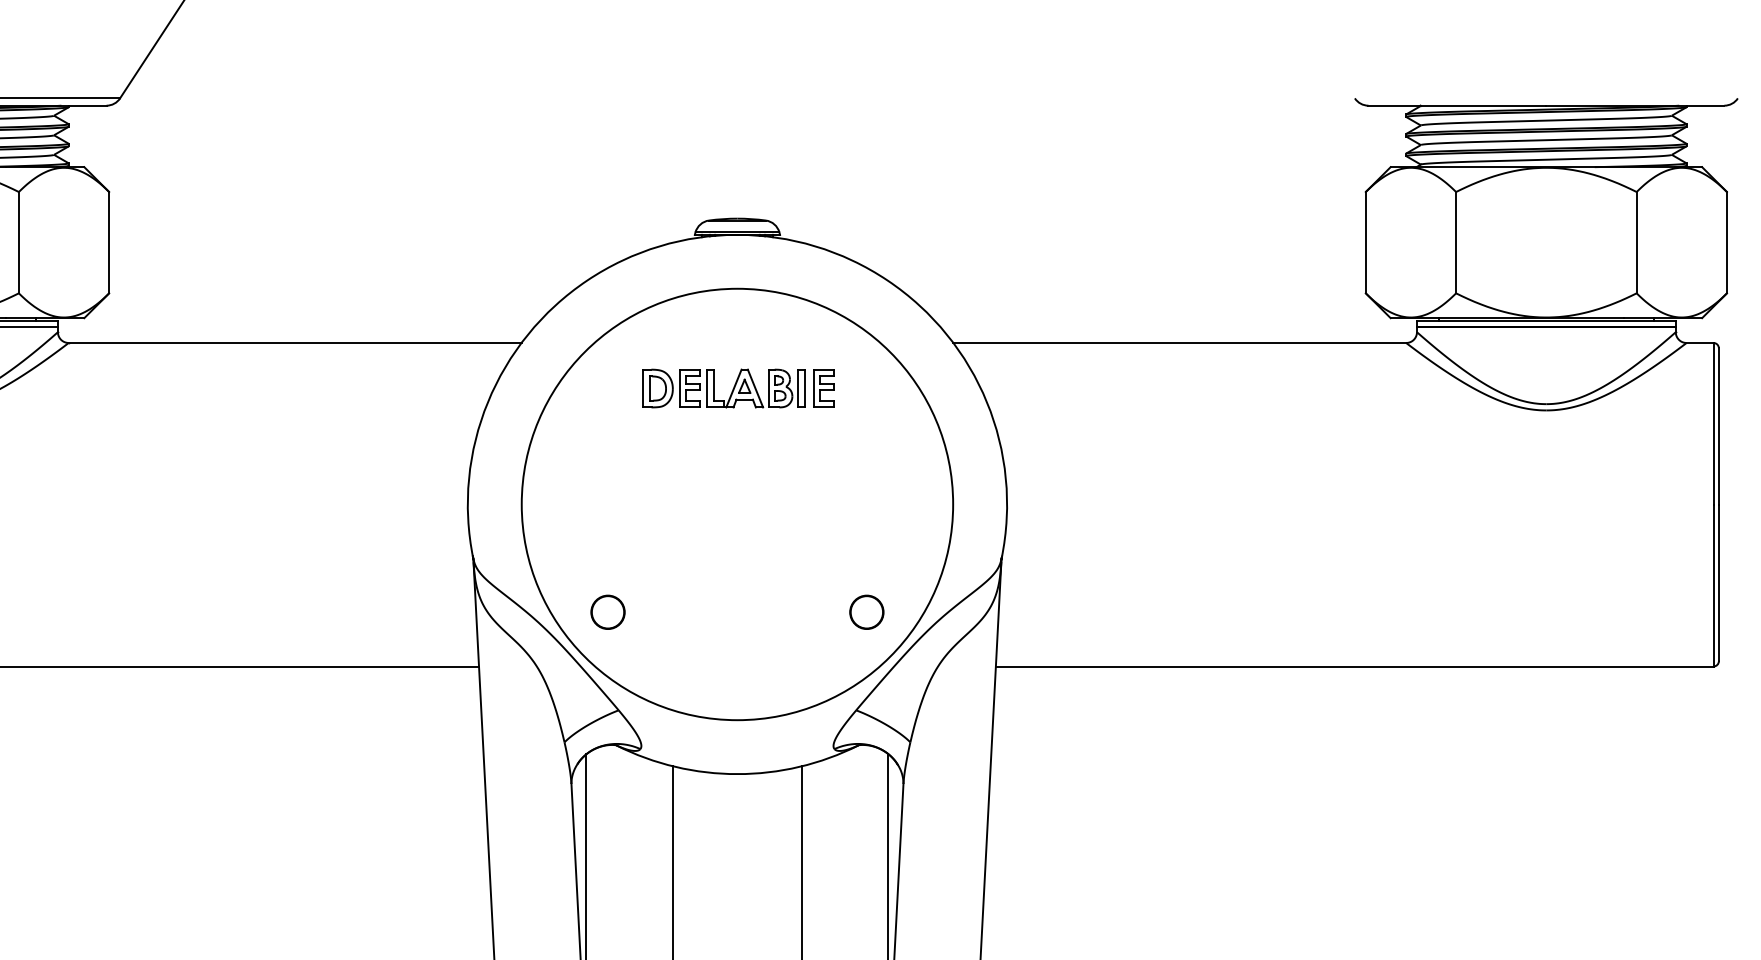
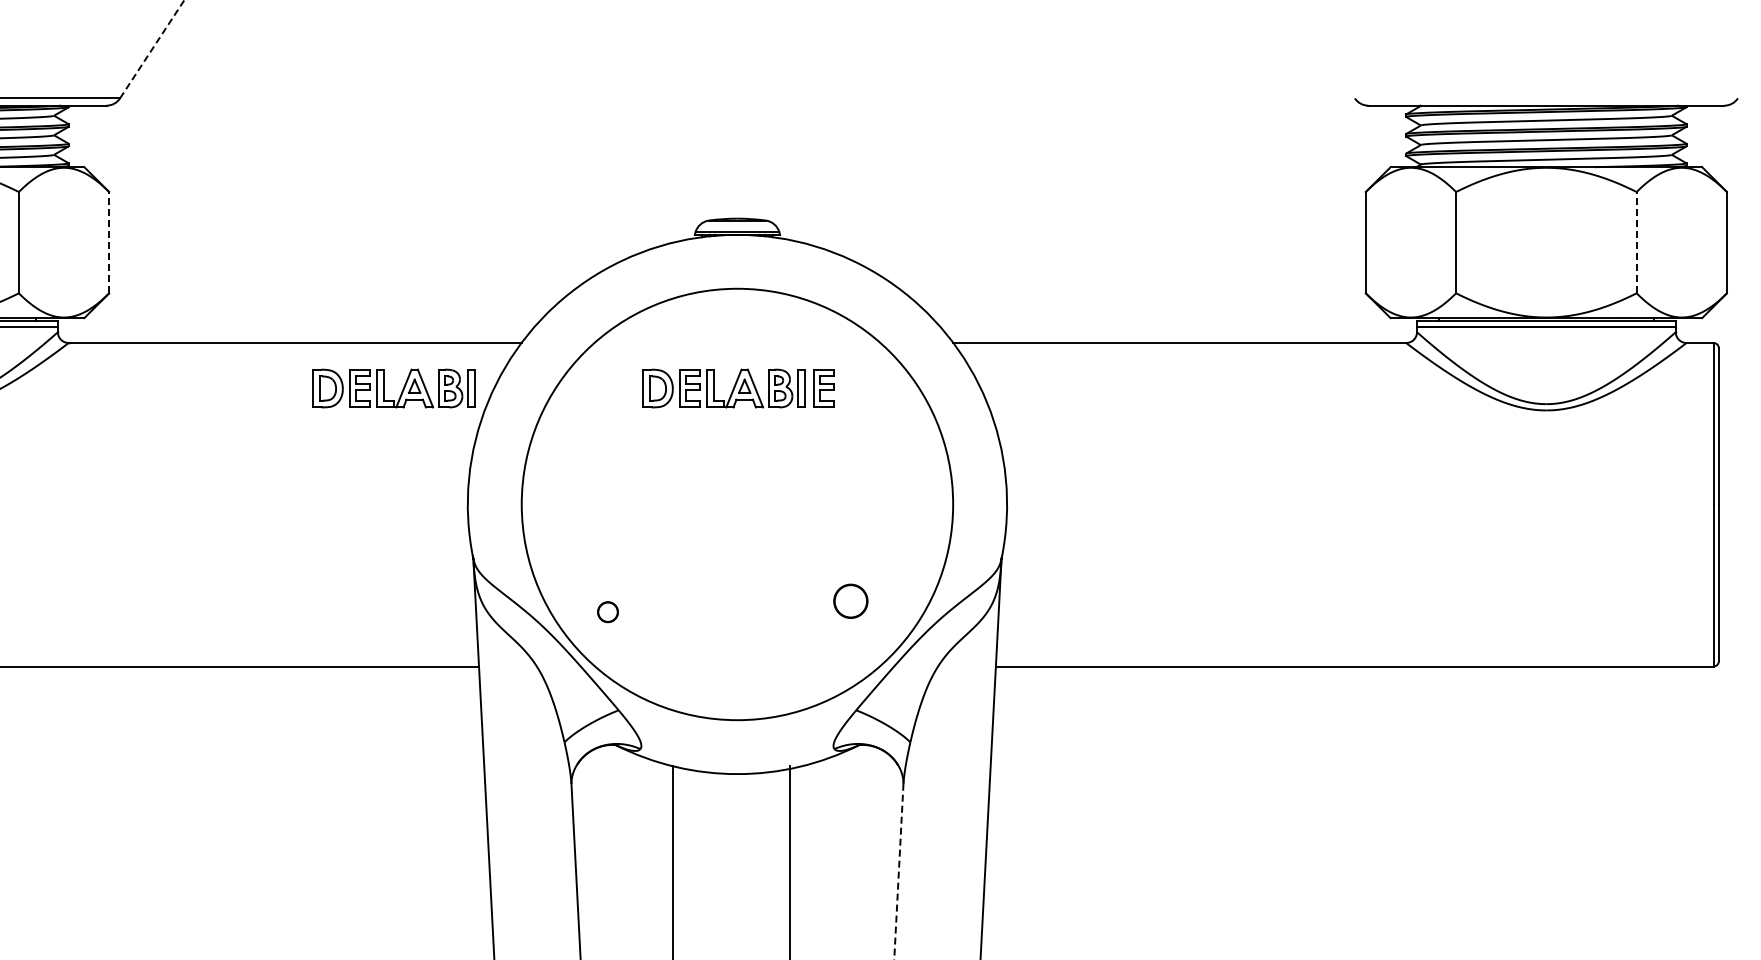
line at (152, 49): solid -> dashed
line at (109, 242): solid -> dashed
line at (1636, 242): solid -> dashed
part at (401, 391): none -> present
circle at (607, 611) size: 36x36 px -> 22x23 px
circle at (866, 611) position: (866, 611) -> (850, 600)
line at (586, 855): present -> none
line at (888, 855): present -> none
line at (802, 861) position: (802, 861) -> (790, 861)
line at (898, 871): solid -> dashed
